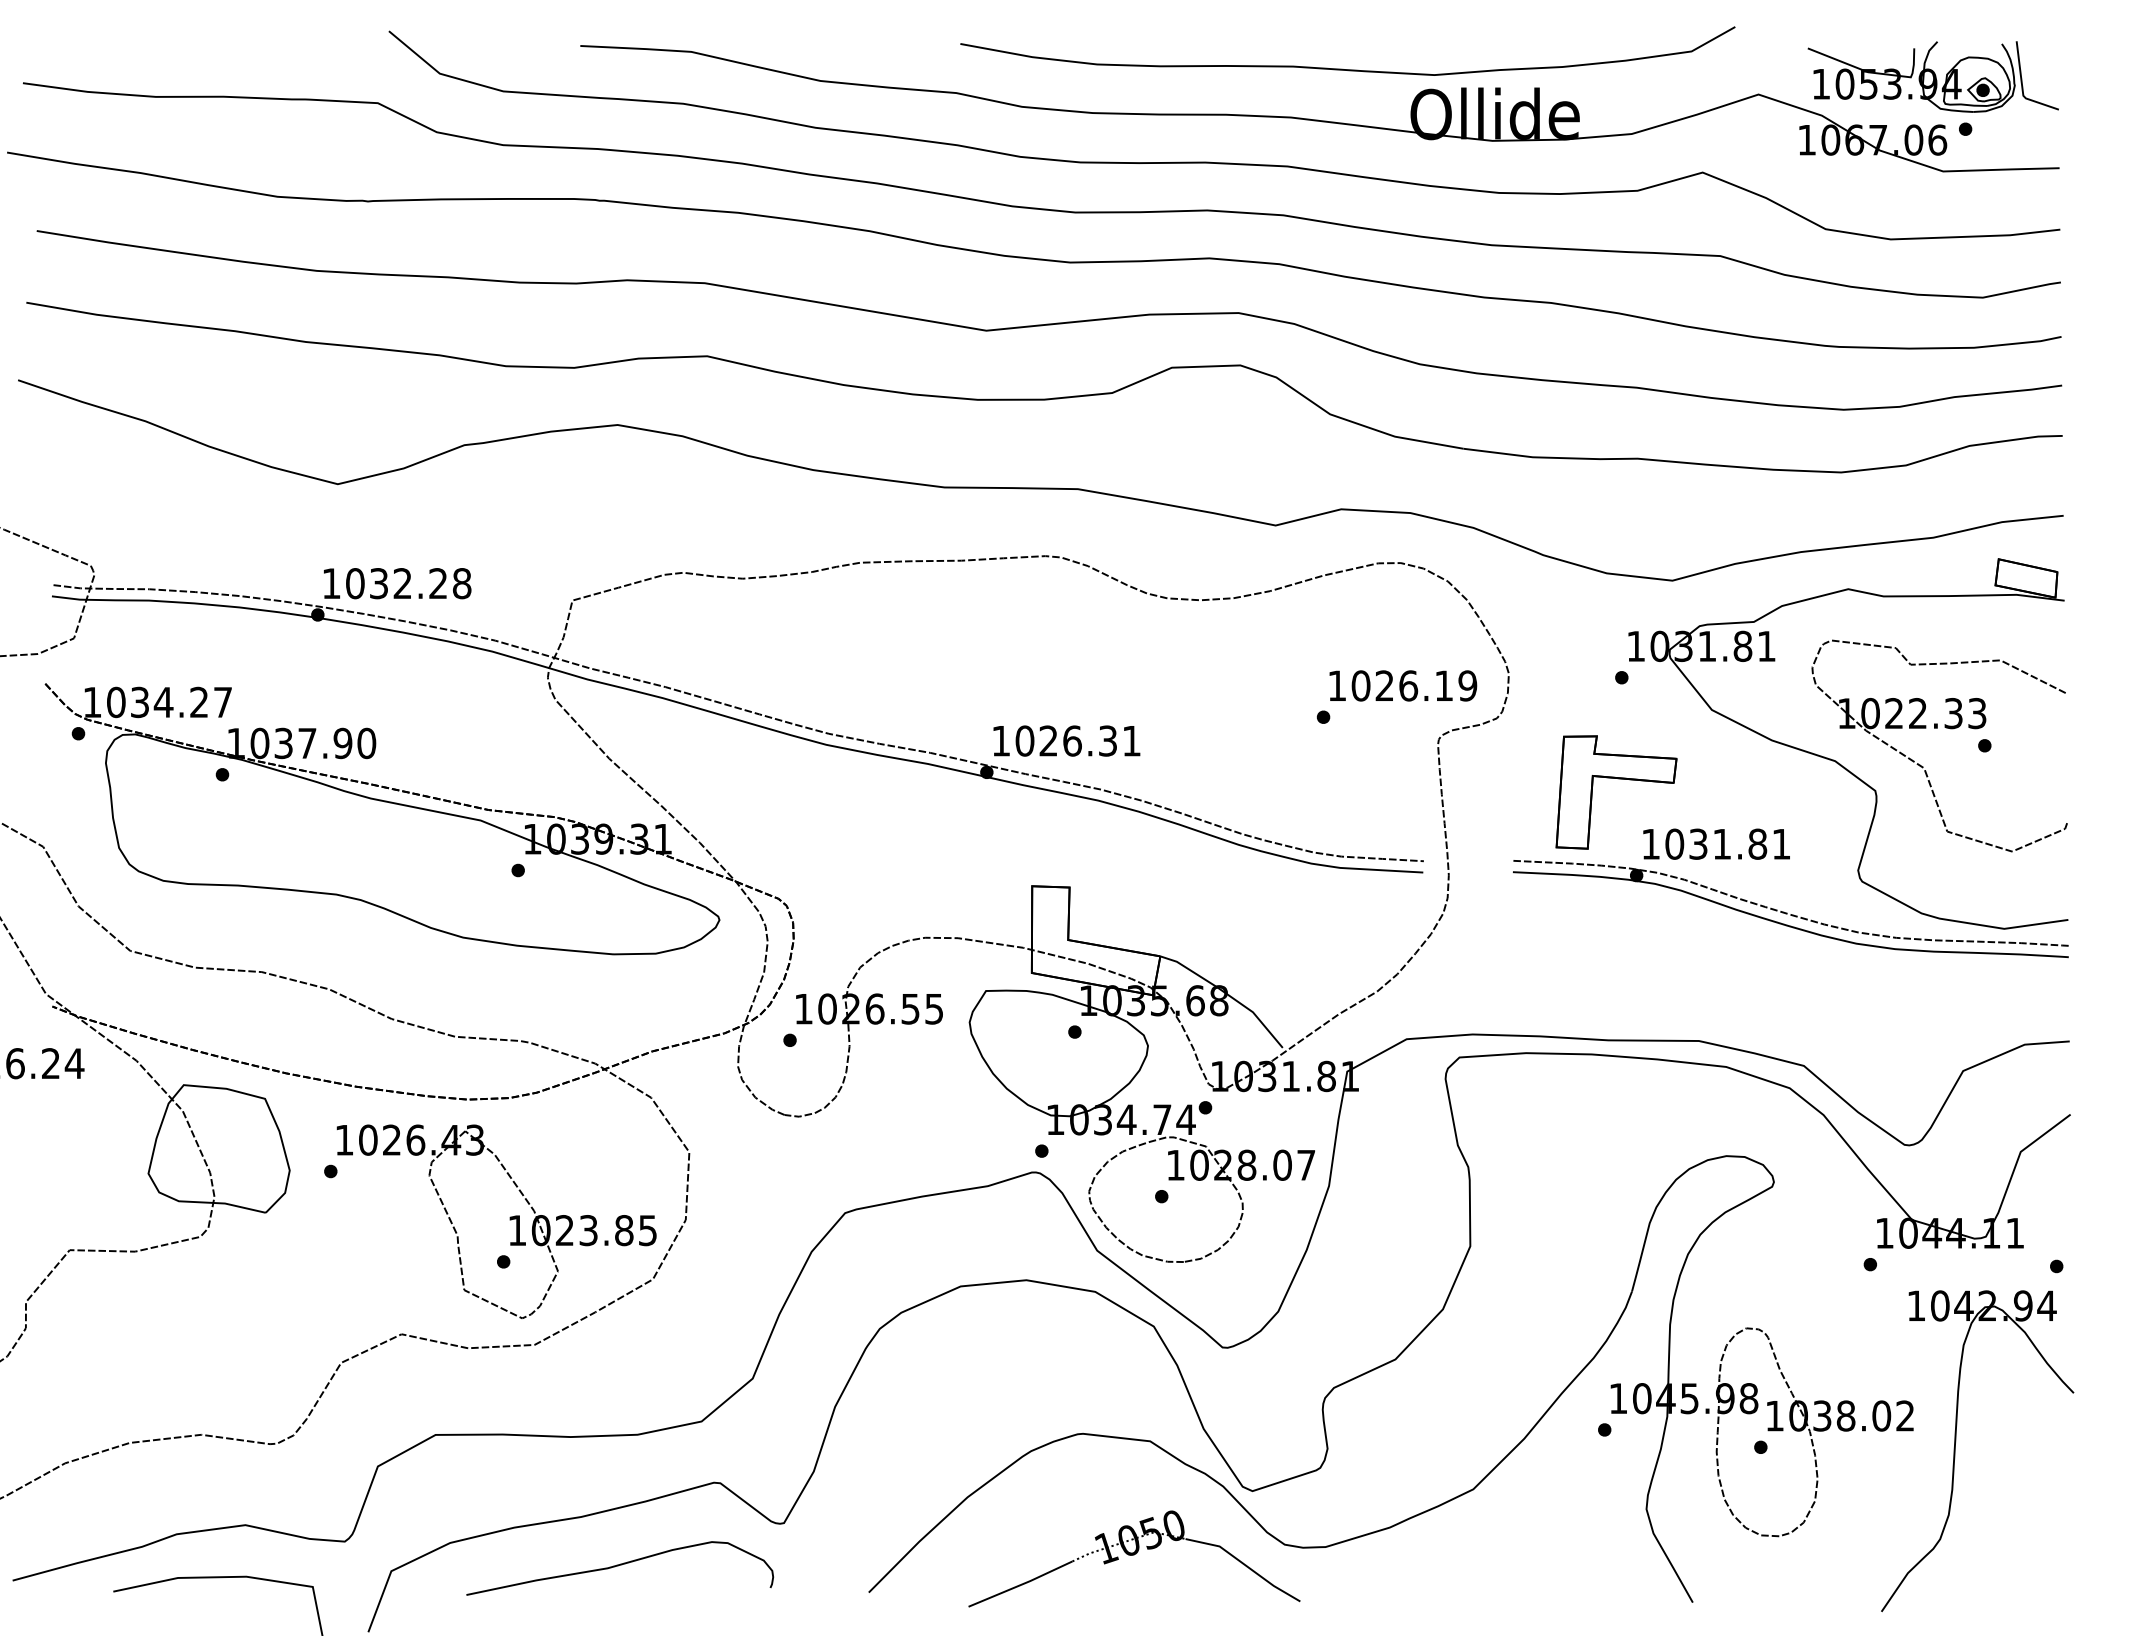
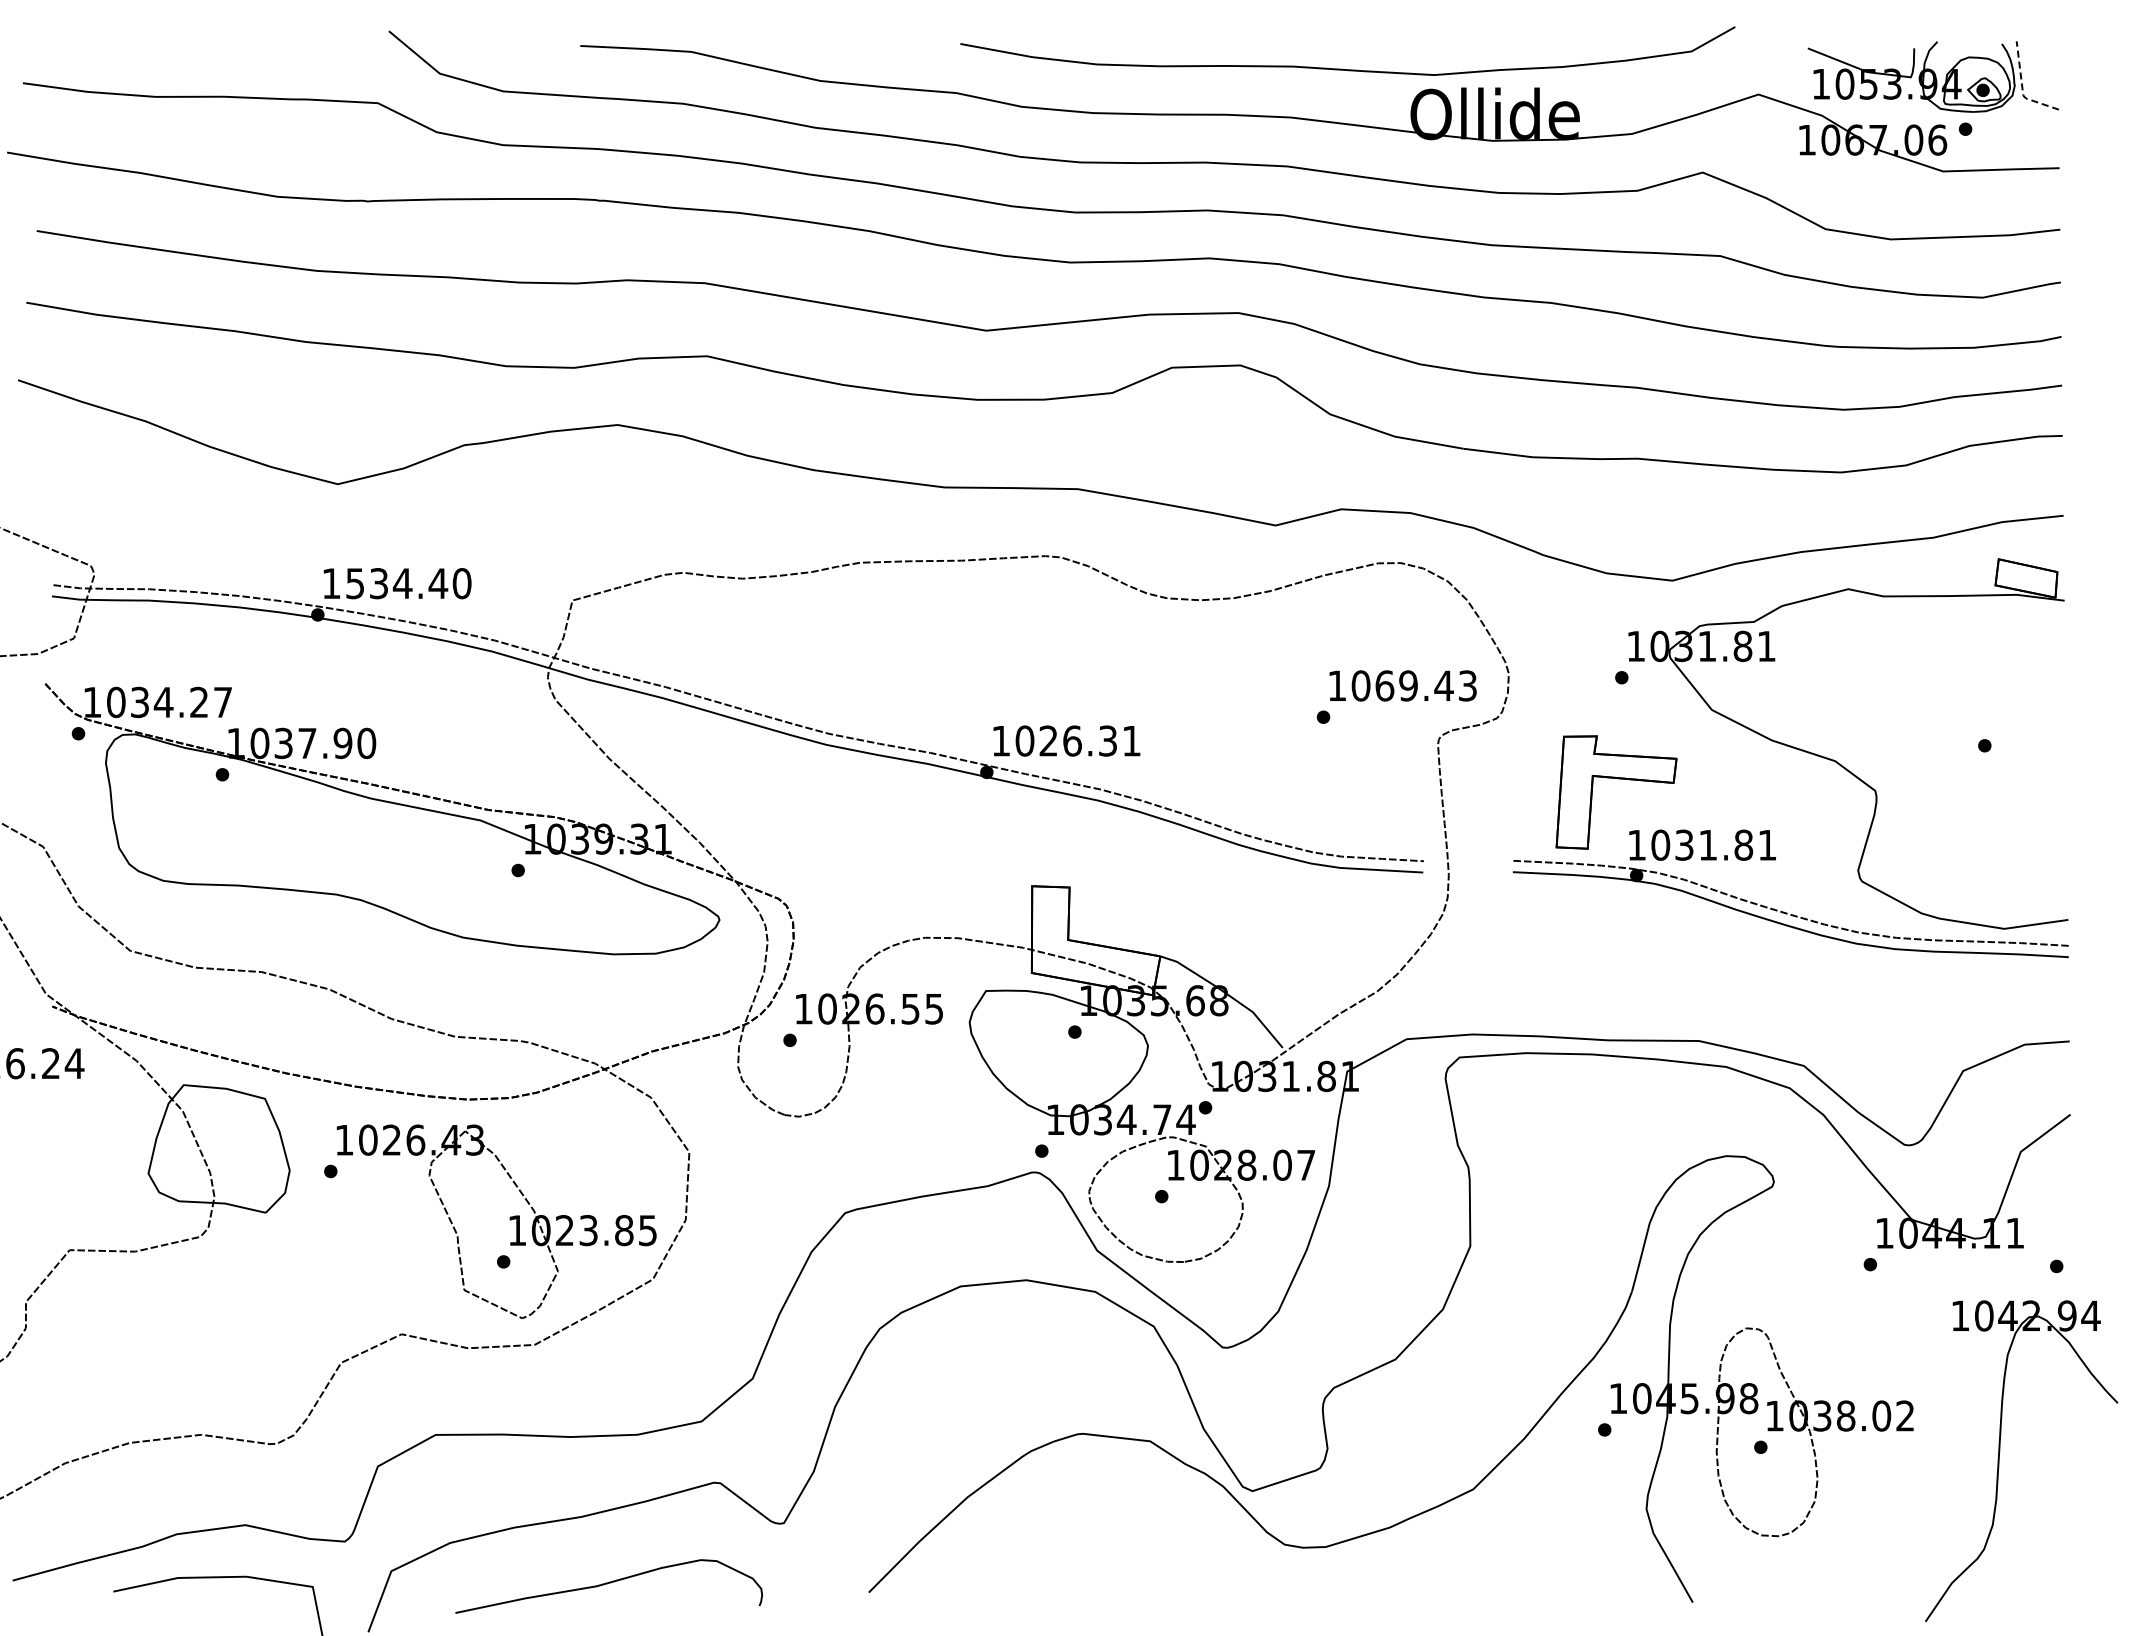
line at (2022, 88): solid -> dashed
text at (408, 583): 1032.28 -> 1534.40
text at (1426, 685): 1026.19 -> 1069.43
part at (1937, 728): present -> none
text at (1716, 843) position: (1716, 843) -> (1702, 844)
part at (1955, 1451) position: (1955, 1451) -> (1999, 1461)
part at (1134, 1558): present -> none
curve at (618, 1566) position: (618, 1566) -> (607, 1584)
